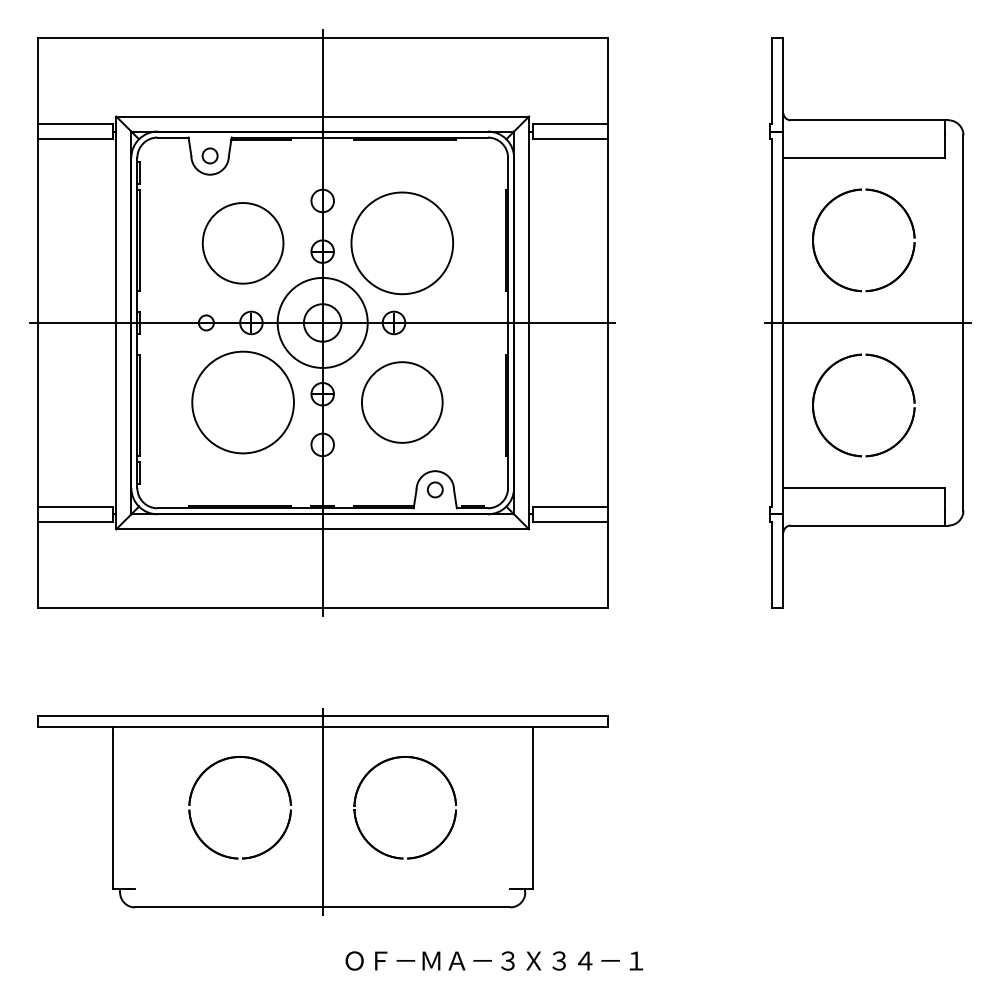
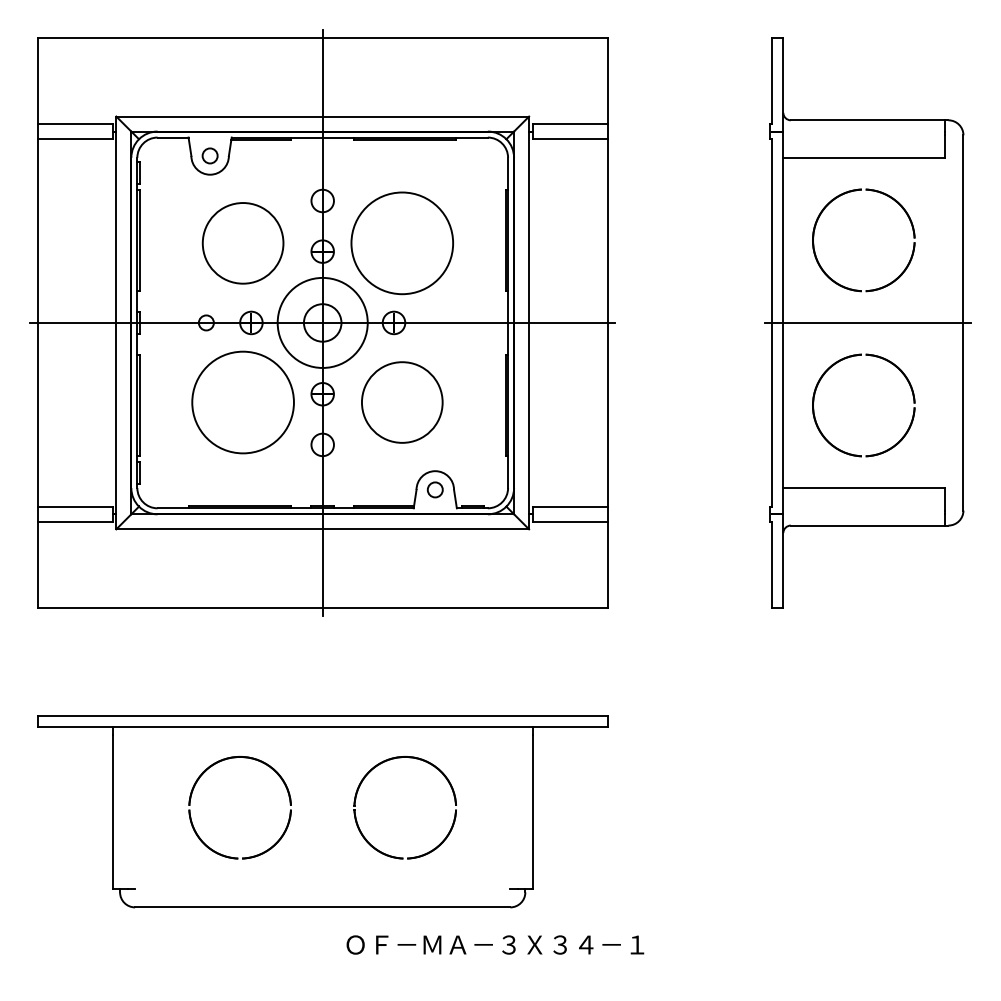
line at (322, 811): present -> none
text at (494, 960) position: (494, 960) -> (495, 944)
